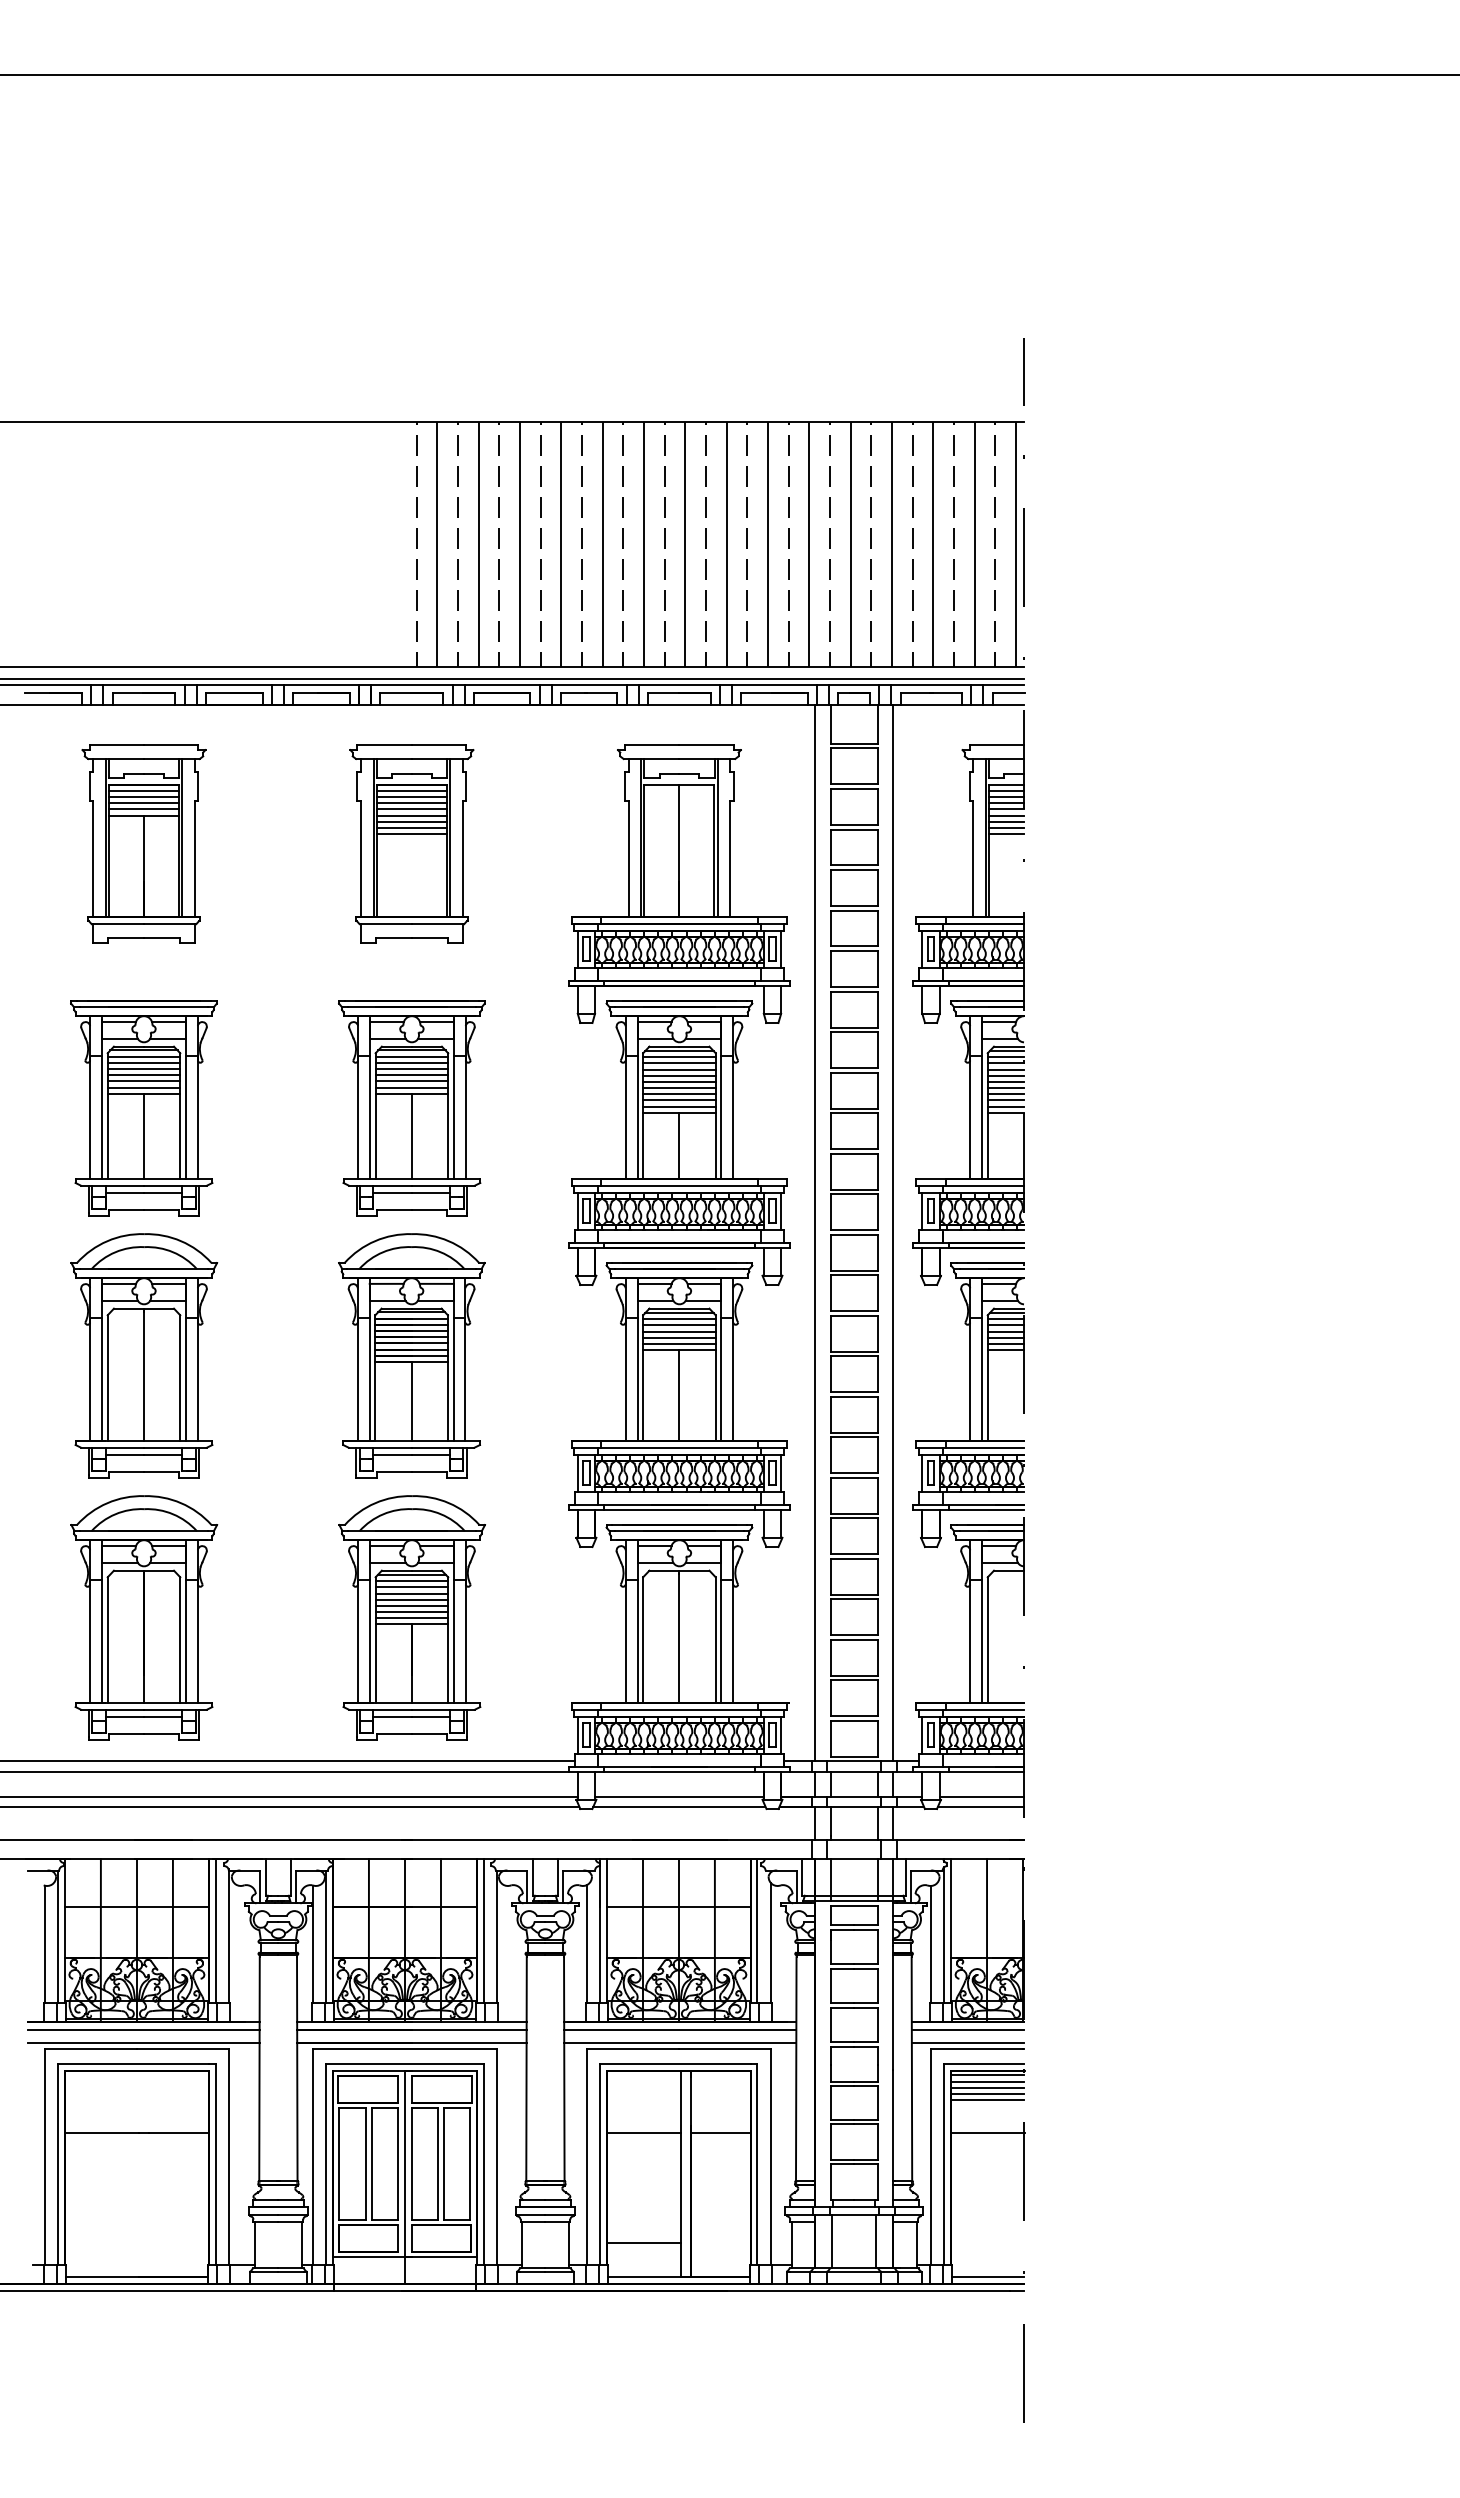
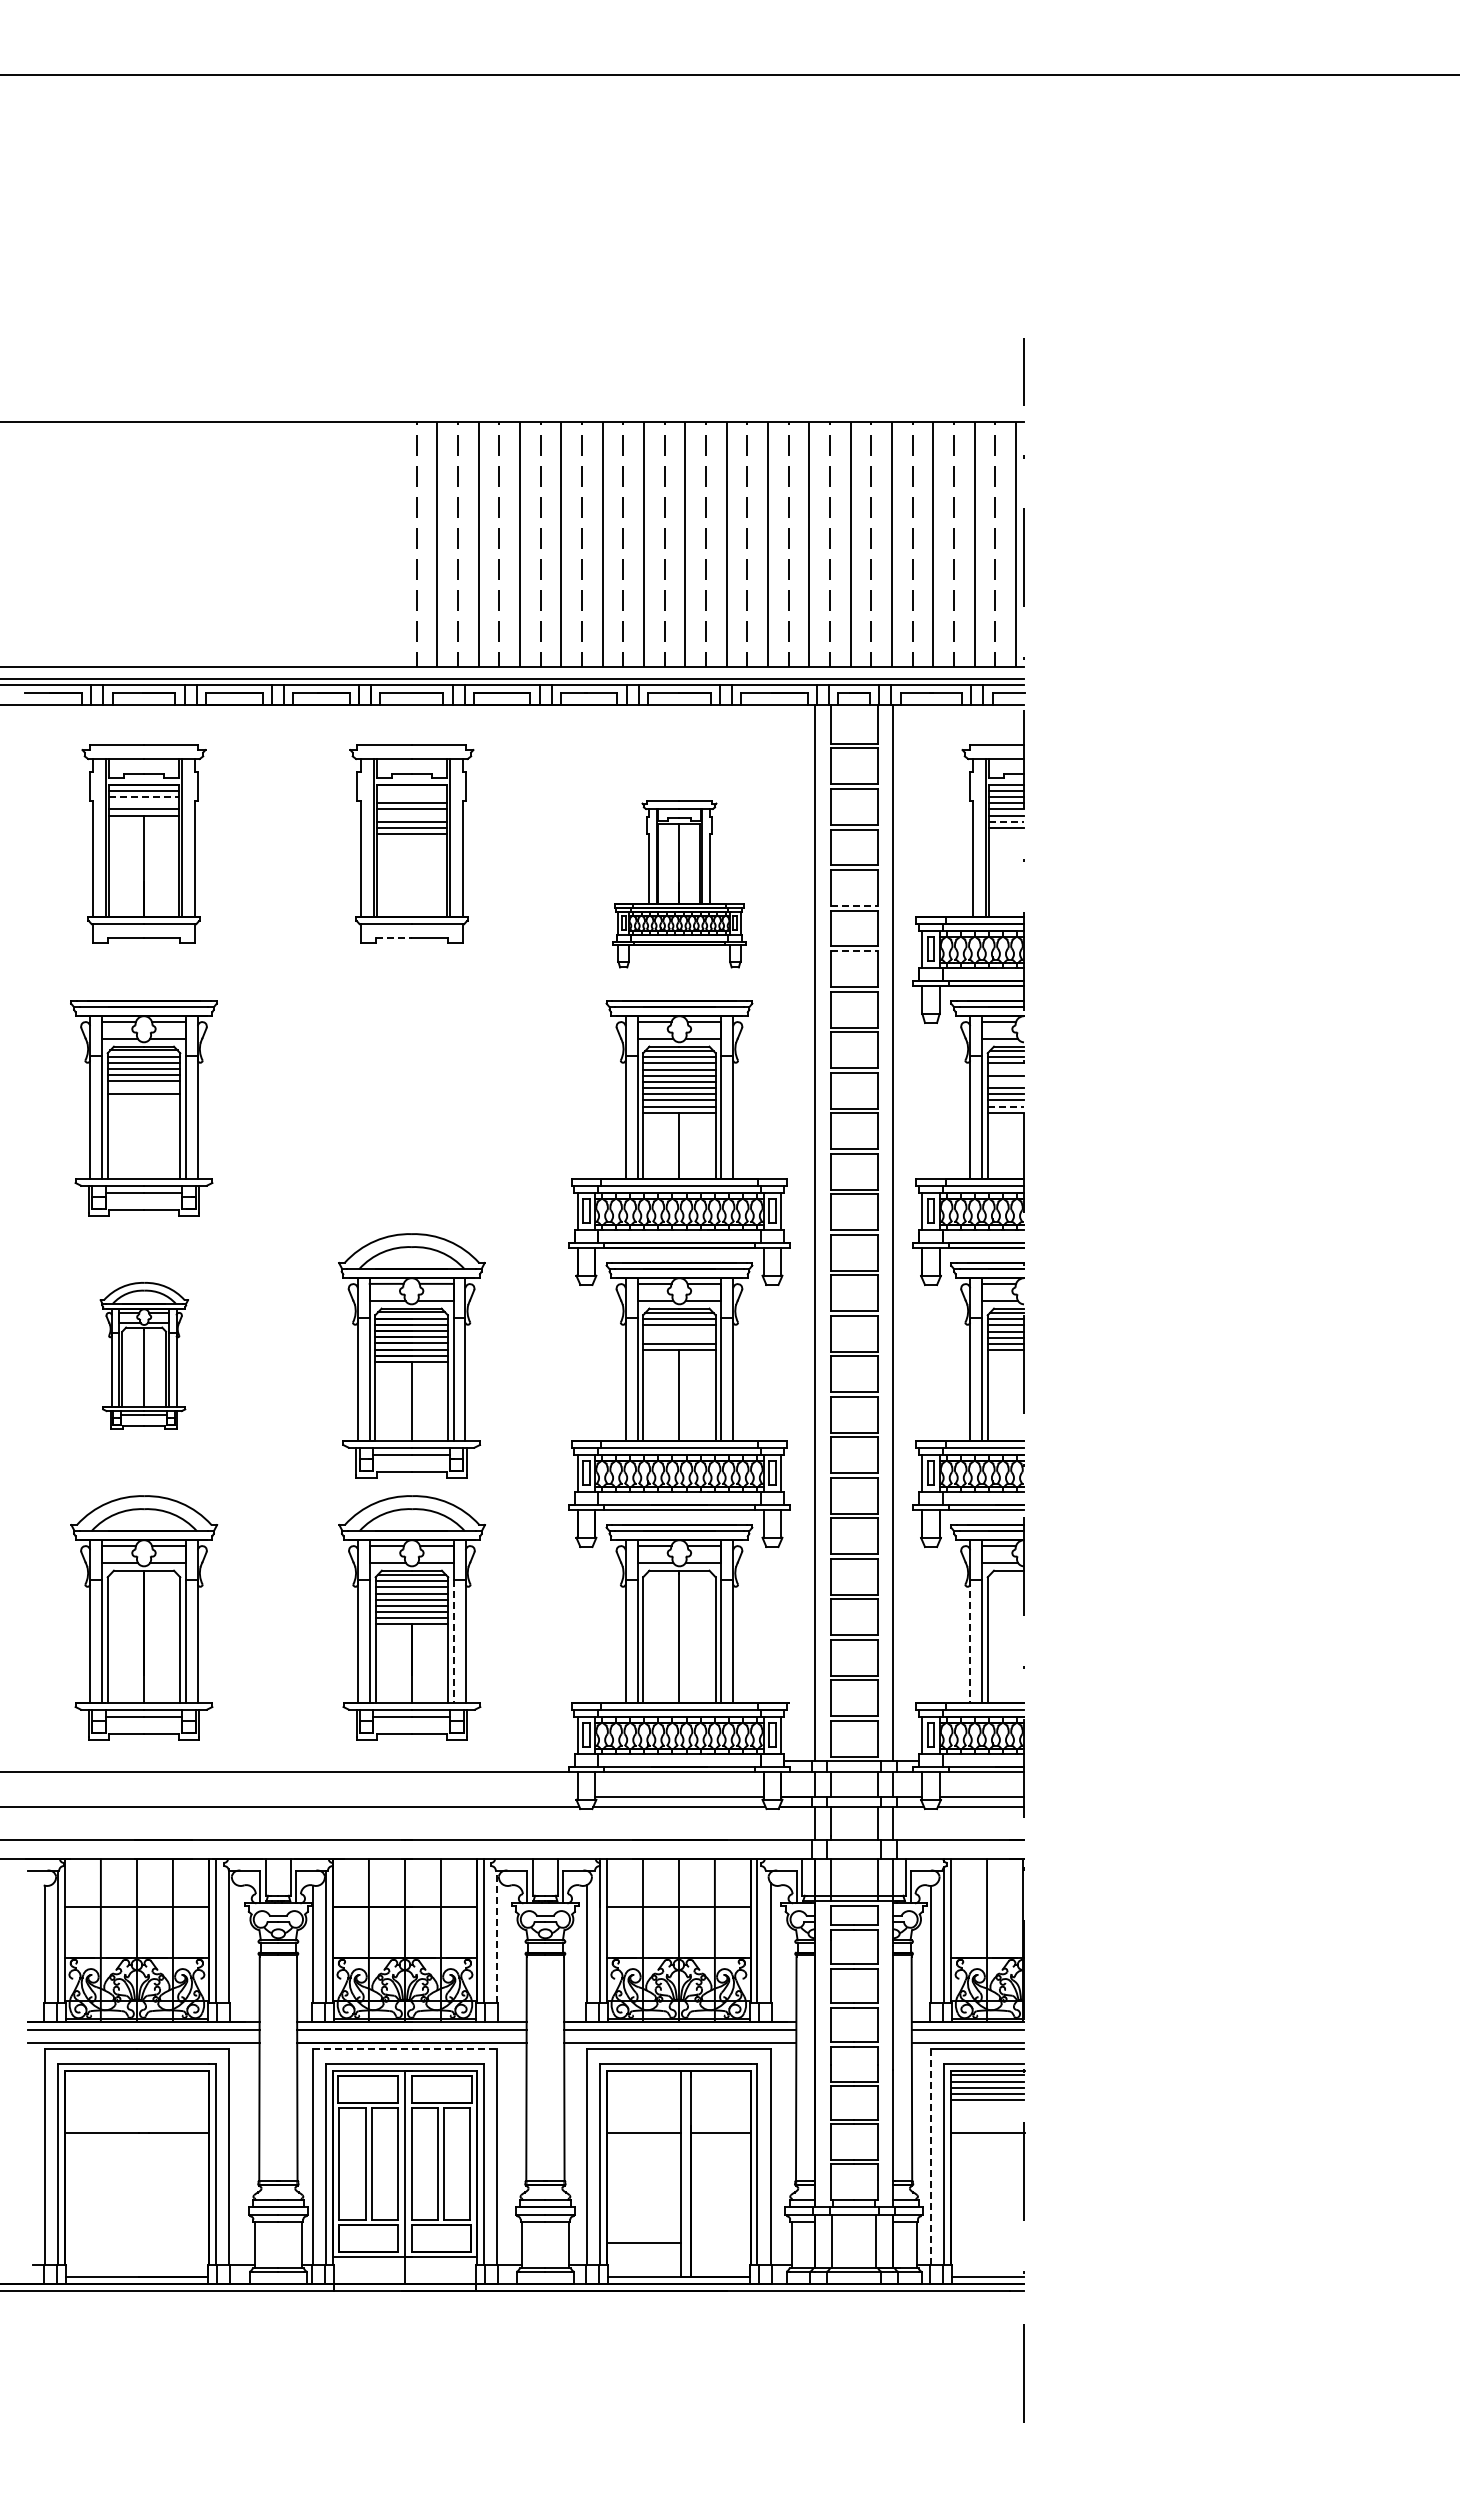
line at (411, 790): present -> none
line at (144, 797): solid -> dashed
line at (411, 797): present -> none
line at (144, 803): present -> none
line at (411, 815): present -> none
line at (1006, 821): solid -> dashed
line at (1006, 834): present -> none
part at (679, 883) size: 223x280 px -> 135x169 px
line at (854, 905): solid -> dashed
line at (394, 937): solid -> dashed
line at (854, 951): solid -> dashed
line at (1005, 1069): present -> none
line at (1005, 1081): present -> none
line at (143, 1087): present -> none
line at (1006, 1106): solid -> dashed
part at (411, 1108): present -> none
line at (143, 1136): present -> none
line at (679, 1331): present -> none
line at (679, 1337): present -> none
part at (144, 1355) size: 149x246 px -> 90x148 px
line at (453, 1641): solid -> dashed
line at (970, 1641): solid -> dashed
line at (288, 1761): present -> none
line at (289, 1797): present -> none
line at (496, 1936): solid -> dashed
line at (404, 2048): solid -> dashed
line at (931, 2156): solid -> dashed
